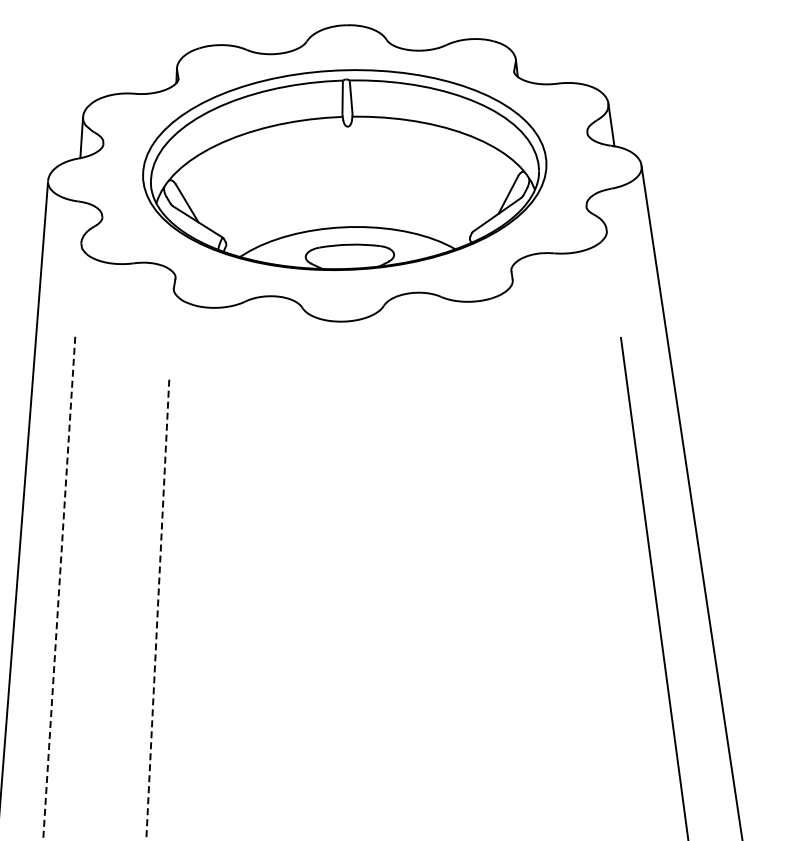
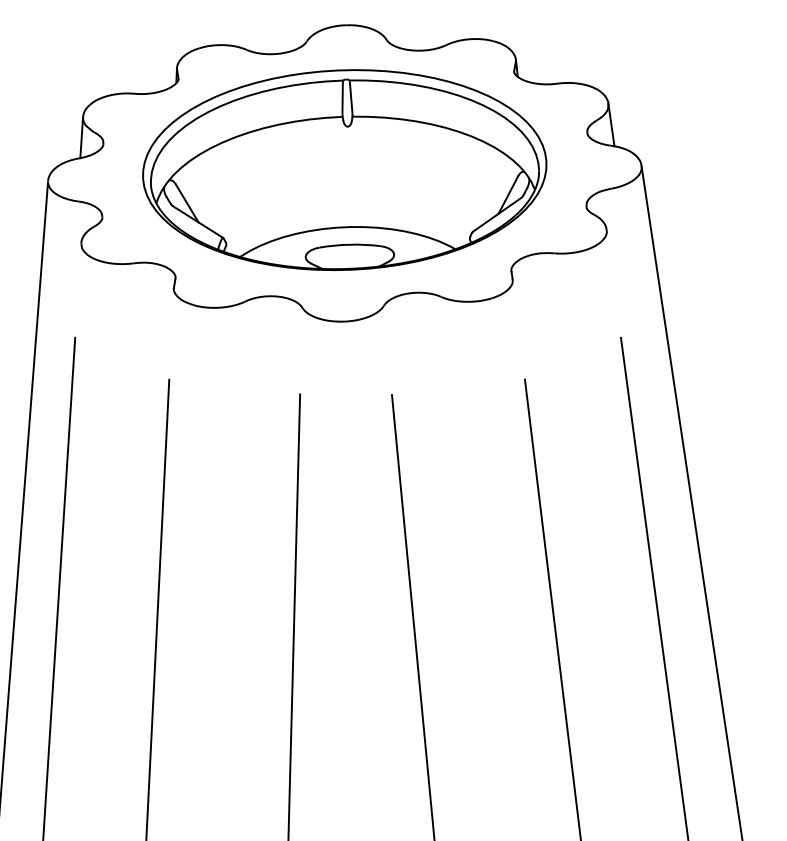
line at (59, 589): dashed -> solid
line at (552, 608): none -> present
line at (157, 610): dashed -> solid
line at (294, 615): none -> present
line at (413, 616): none -> present
